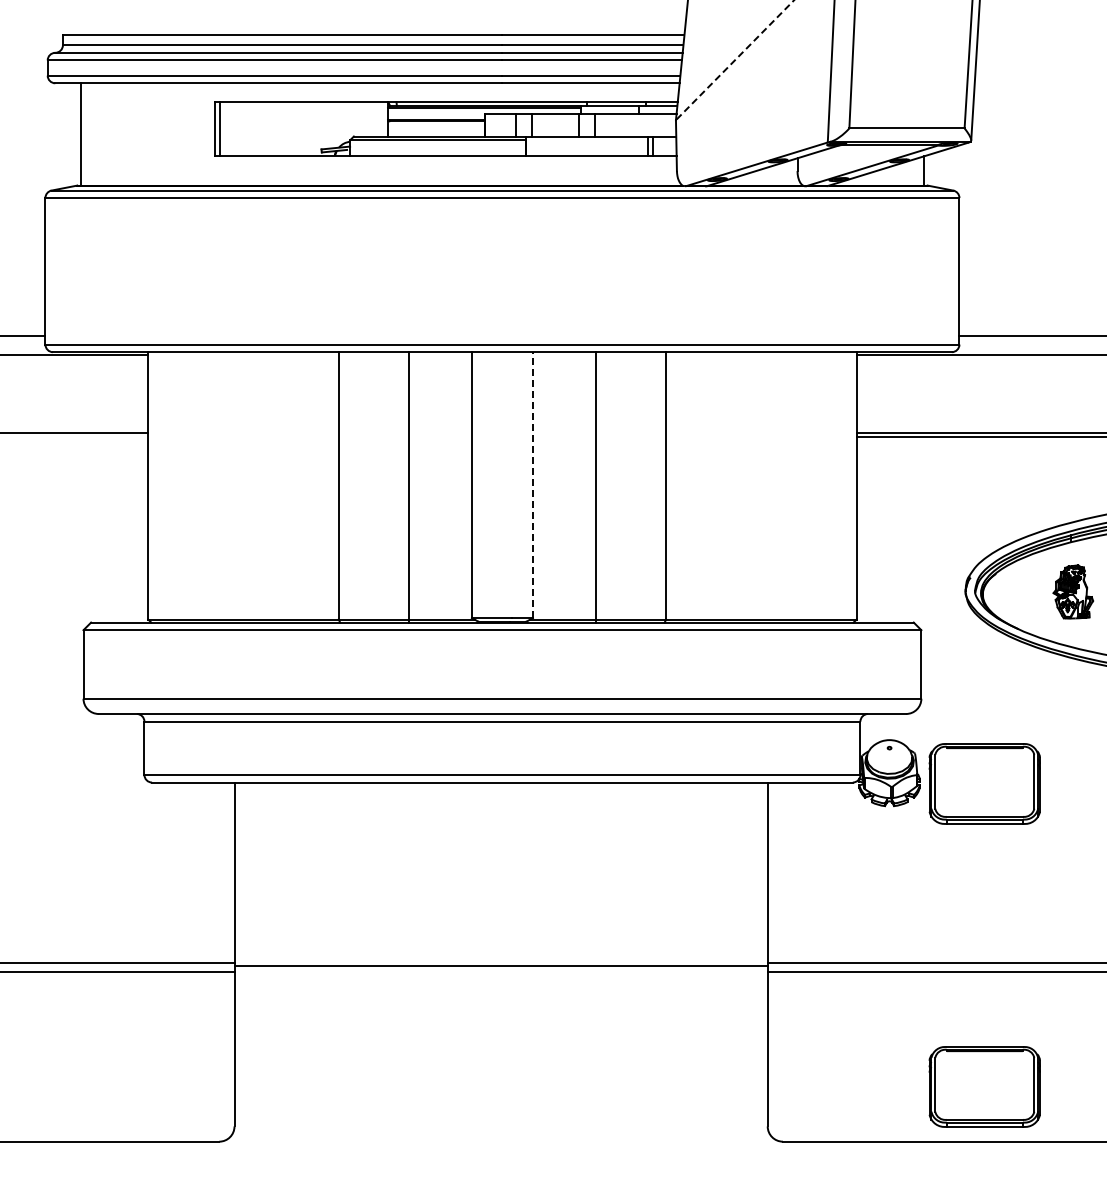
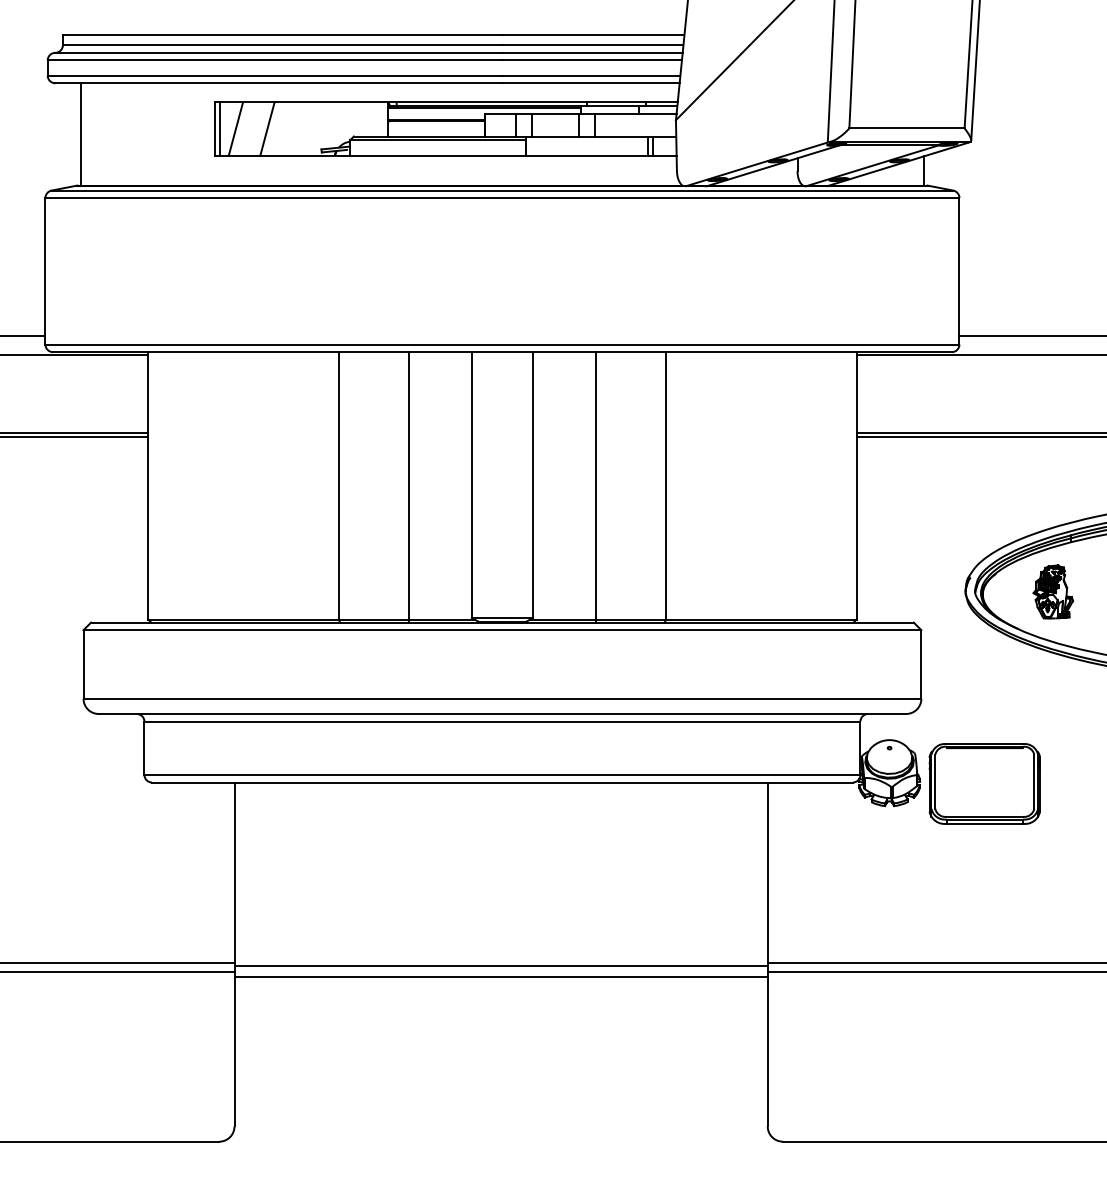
line at (734, 60): dashed -> solid
line at (235, 128): none -> present
line at (267, 128): none -> present
line at (75, 437): none -> present
line at (532, 485): dashed -> solid
part at (1073, 591) position: (1073, 591) -> (1053, 591)
line at (500, 976): none -> present
part at (984, 1086): present -> none
